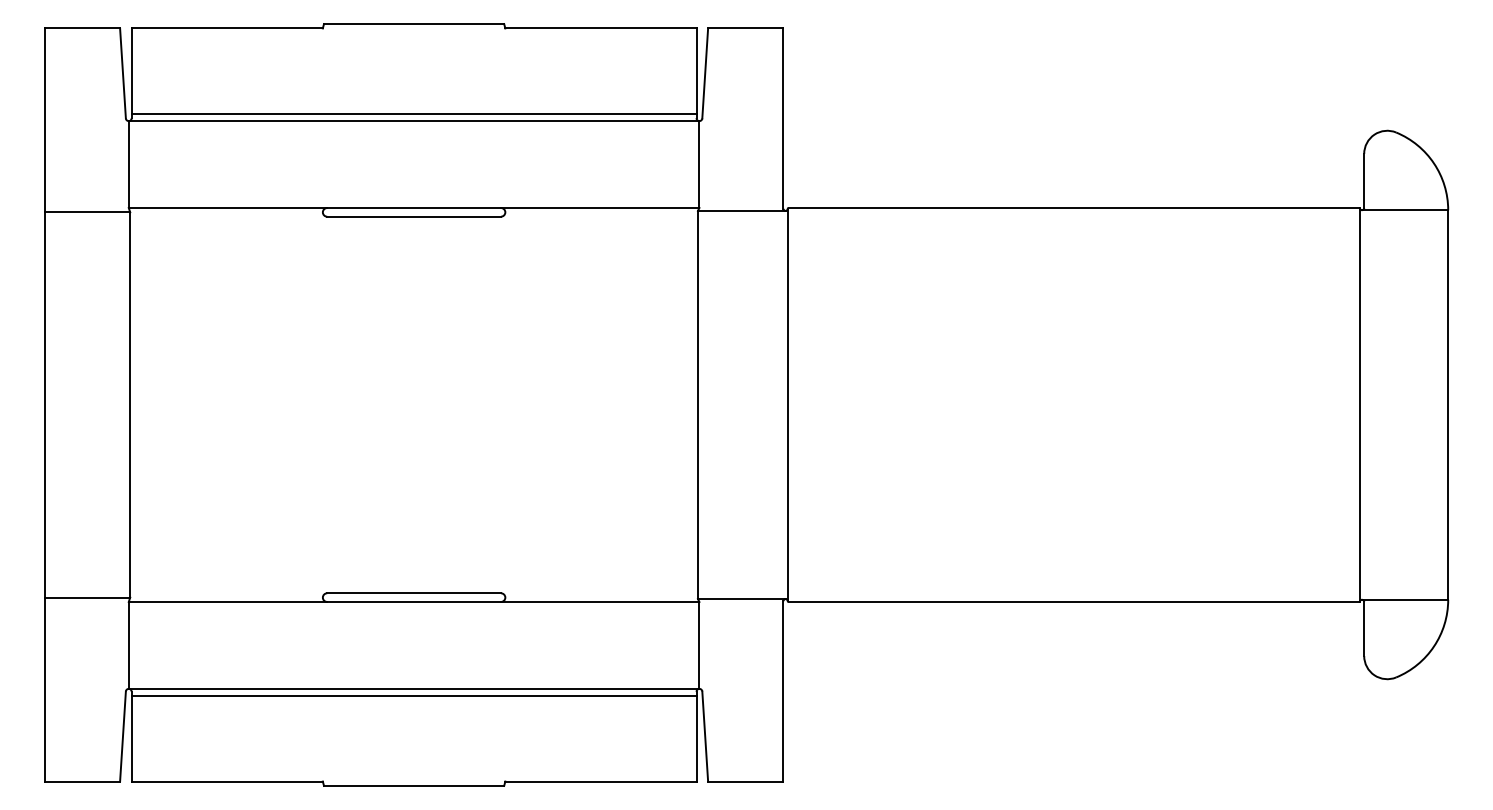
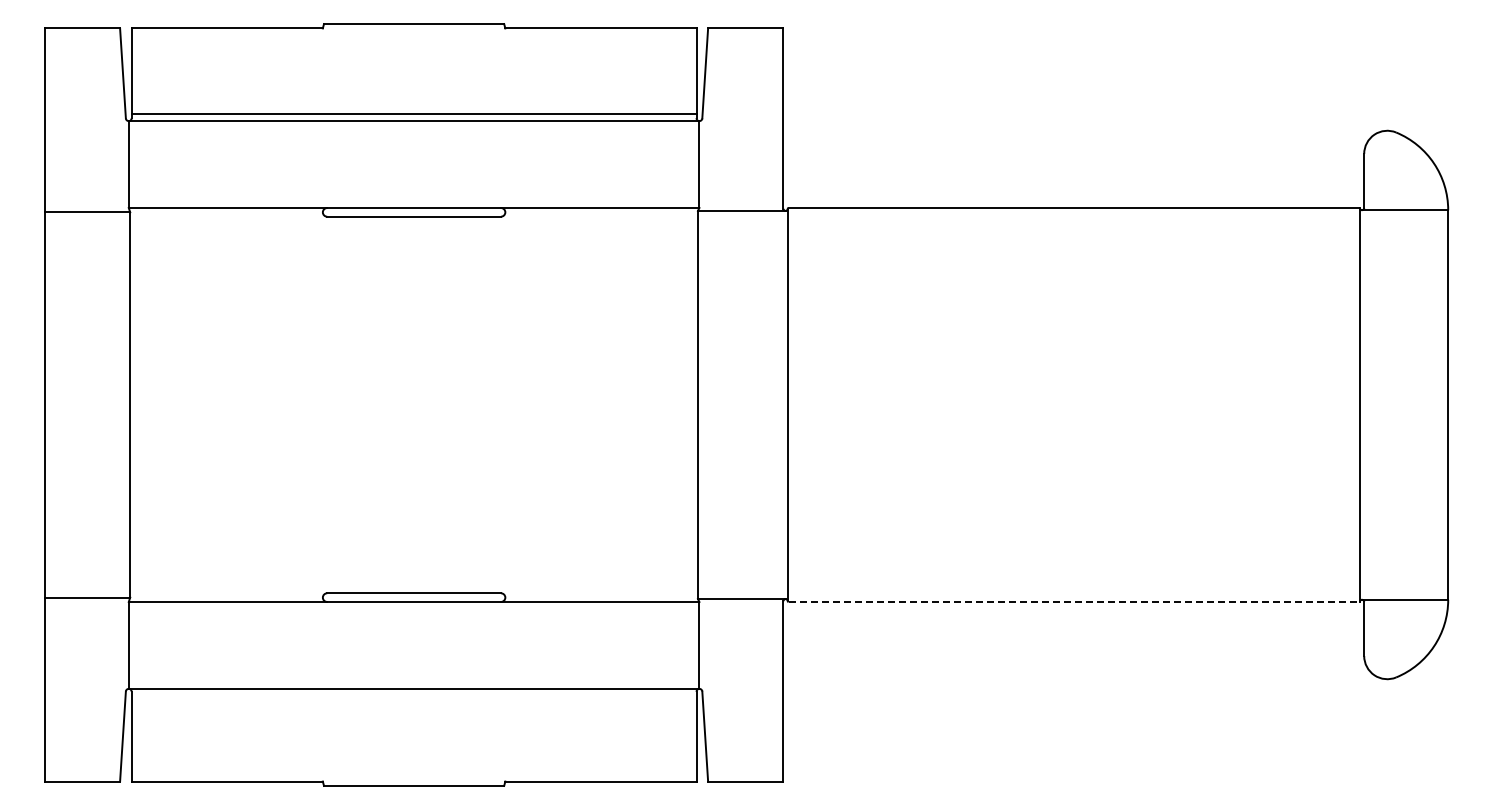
line at (1074, 601): solid -> dashed
line at (413, 696): present -> none
